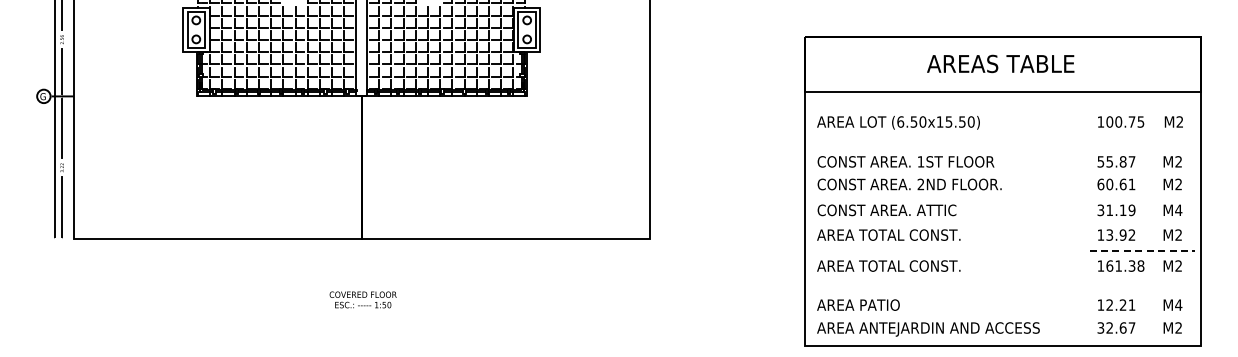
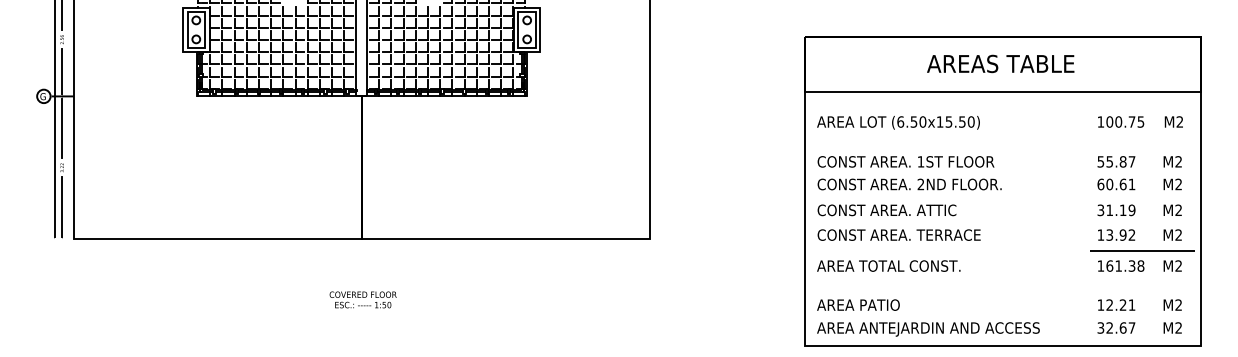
text at (1178, 209): M4 -> M2
text at (898, 234): AREA TOTAL CONST. -> CONST AREA. TERRACE
line at (1142, 251): dashed -> solid
text at (1178, 304): M4 -> M2
